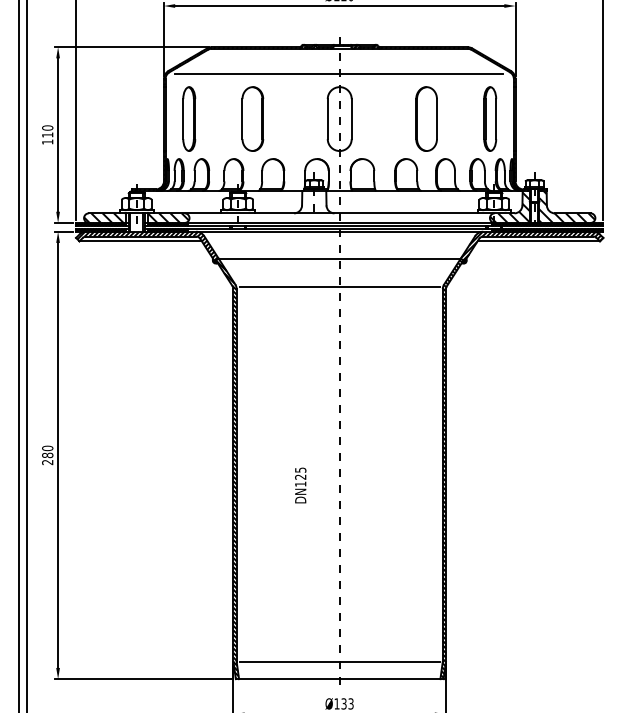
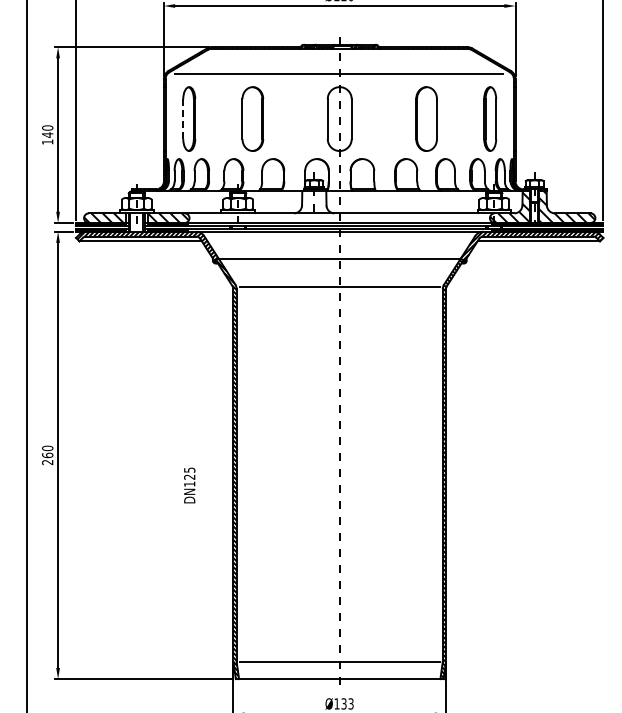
line at (183, 119): solid -> dashed
text at (47, 134): 110 -> 140
line at (18, 355): present -> none
text at (47, 455): 280 -> 260
text at (300, 485) position: (300, 485) -> (189, 485)
